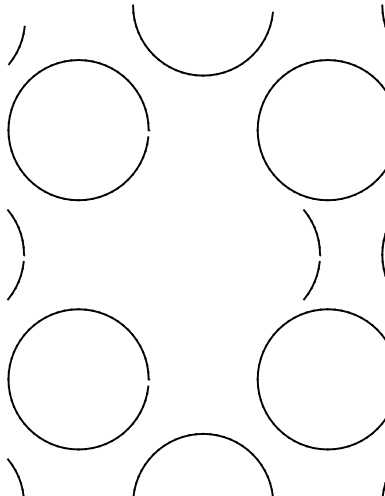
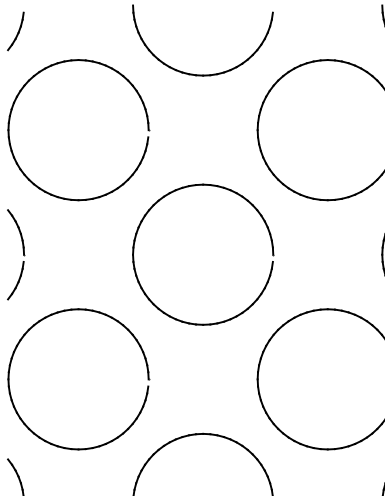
part at (16, 45) position: (16, 45) -> (15, 31)
part at (246, 201): none -> present
part at (319, 254): present -> none
